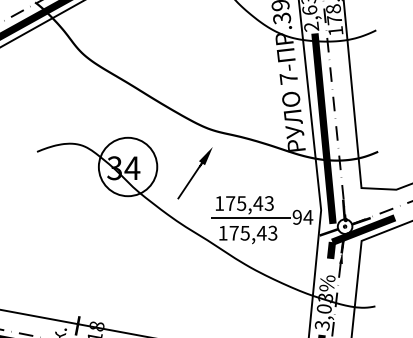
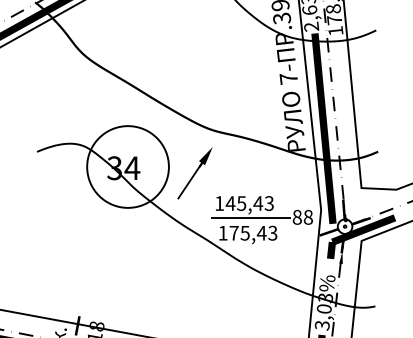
circle at (127, 166) diameter: 58 px -> 82 px
text at (230, 203): 175,43 -> 145,43
text at (302, 216): 94 -> 88
